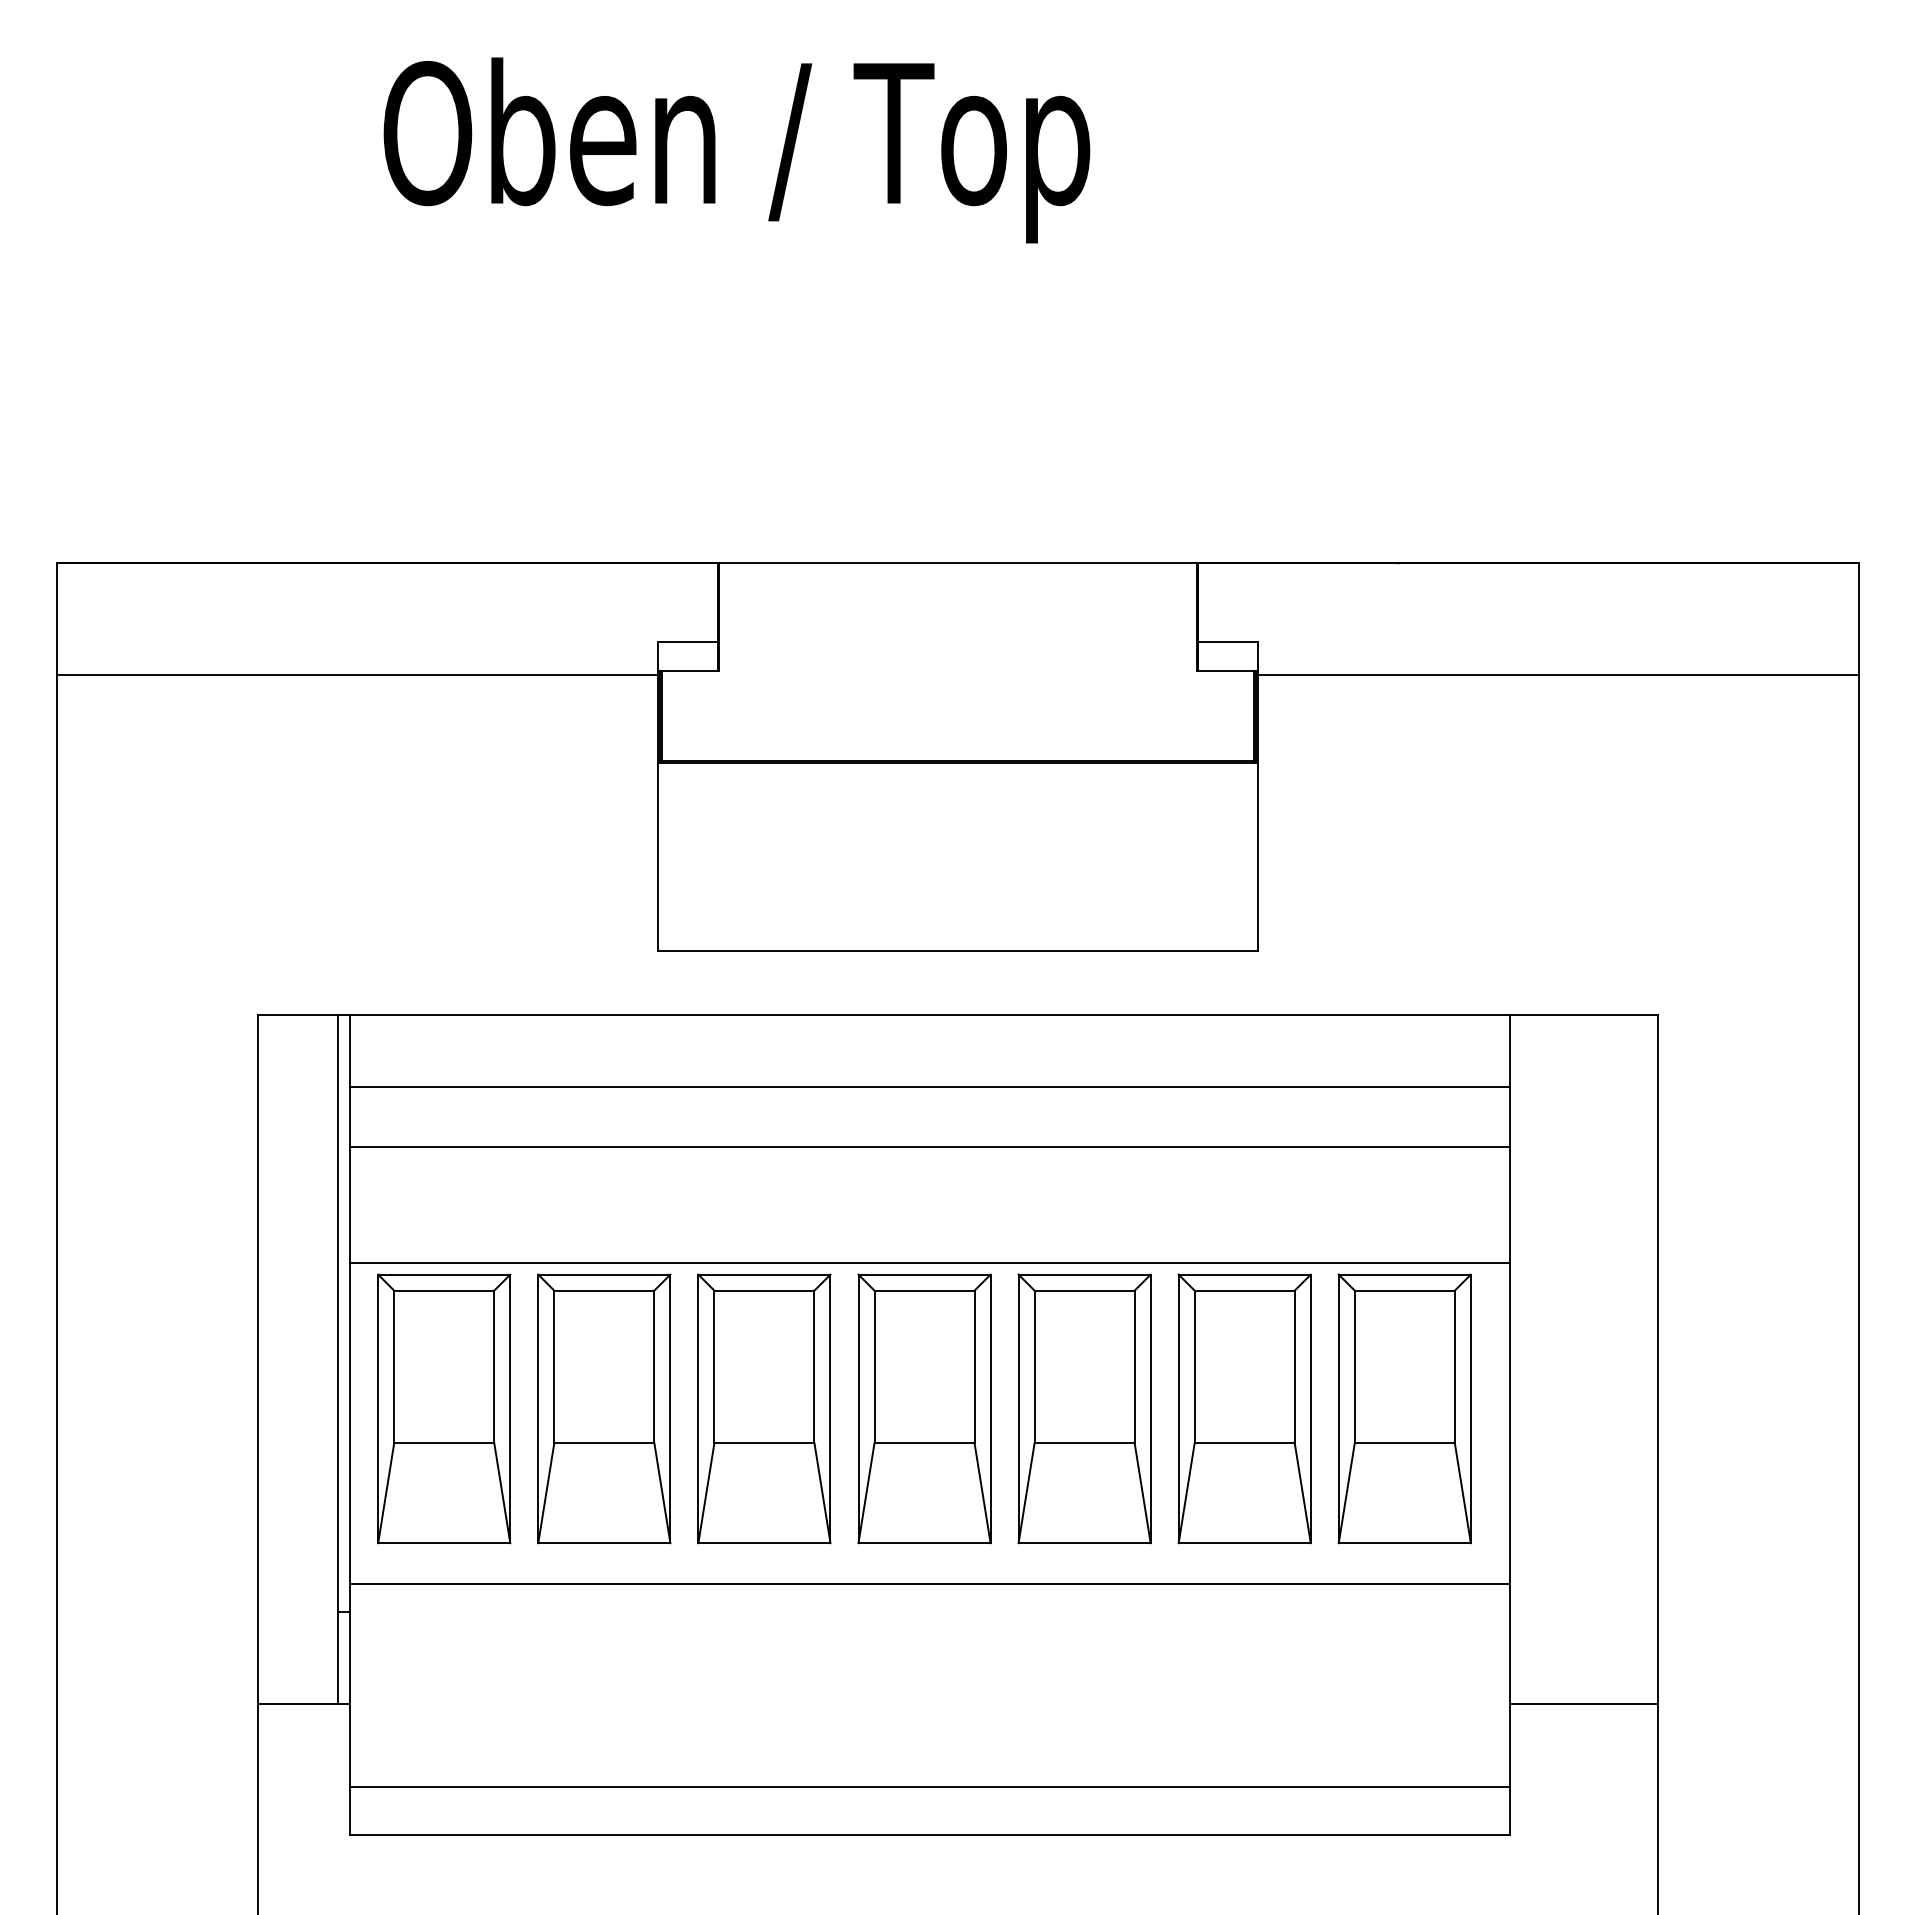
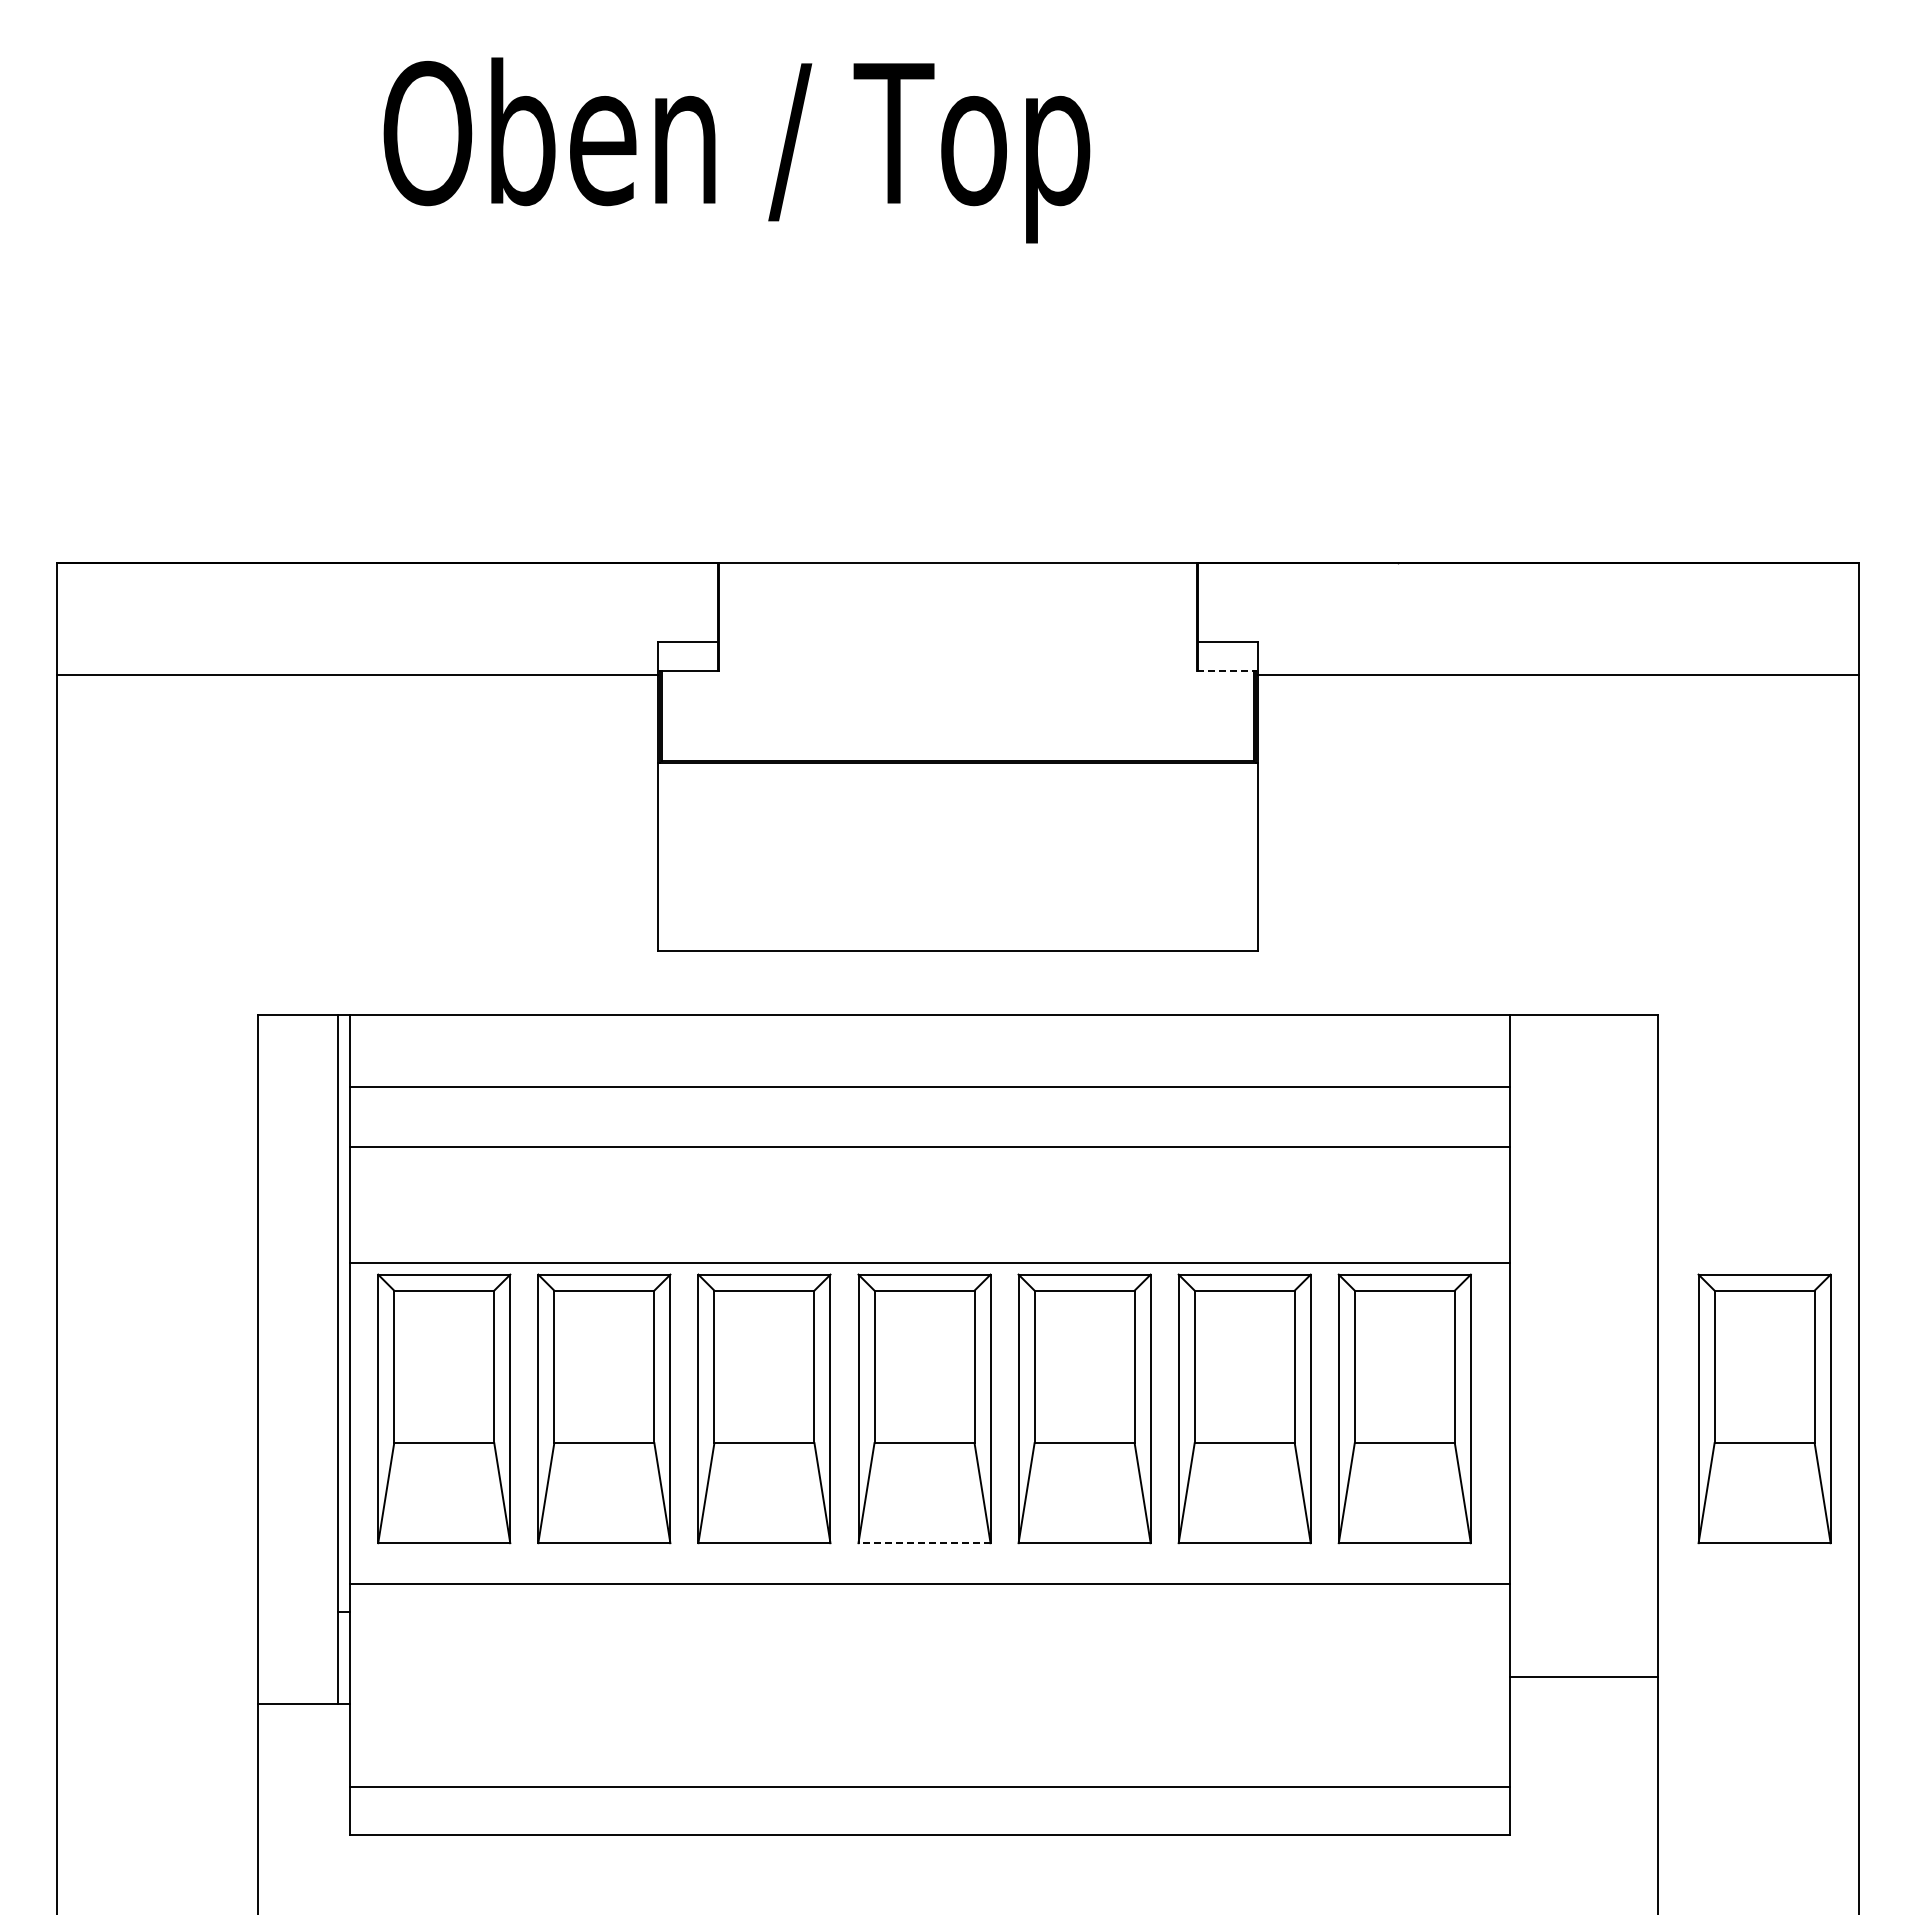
line at (1225, 670): solid -> dashed
part at (1764, 1408): none -> present
line at (924, 1543): solid -> dashed
line at (1584, 1703) position: (1584, 1703) -> (1584, 1676)
